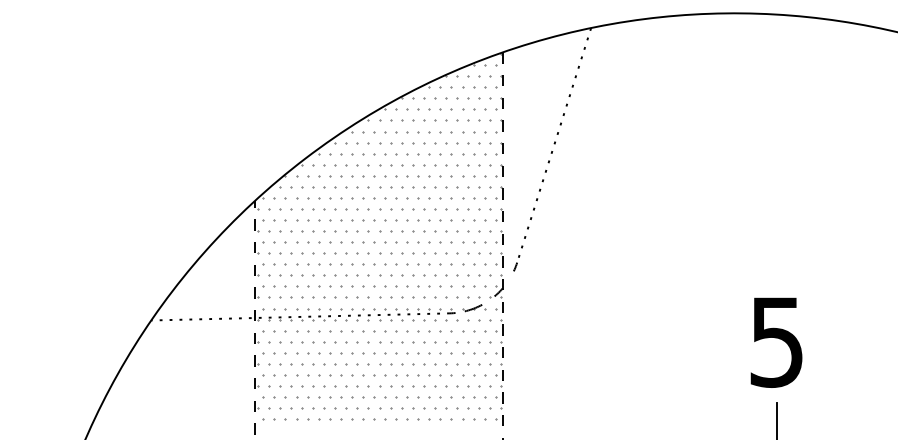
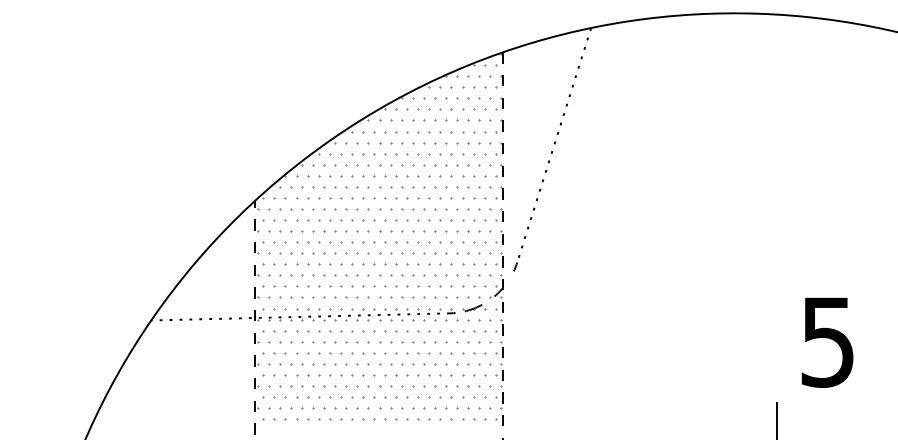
text at (776, 342) position: (776, 342) -> (827, 342)
